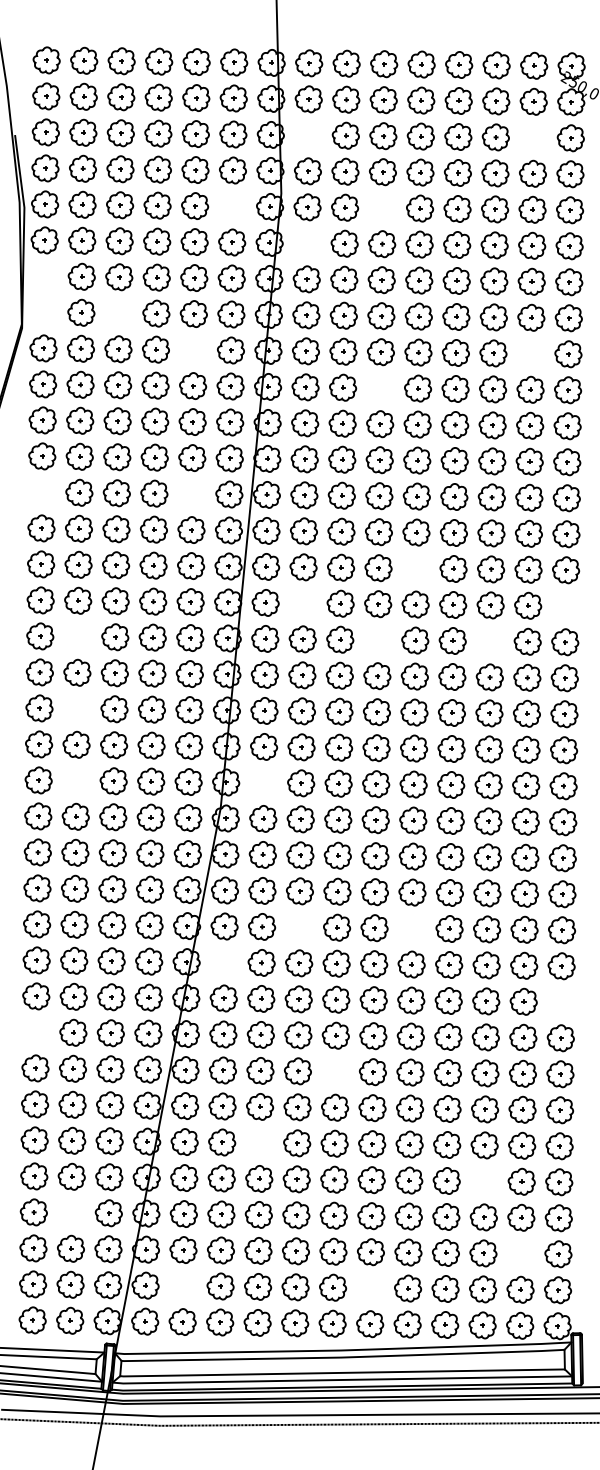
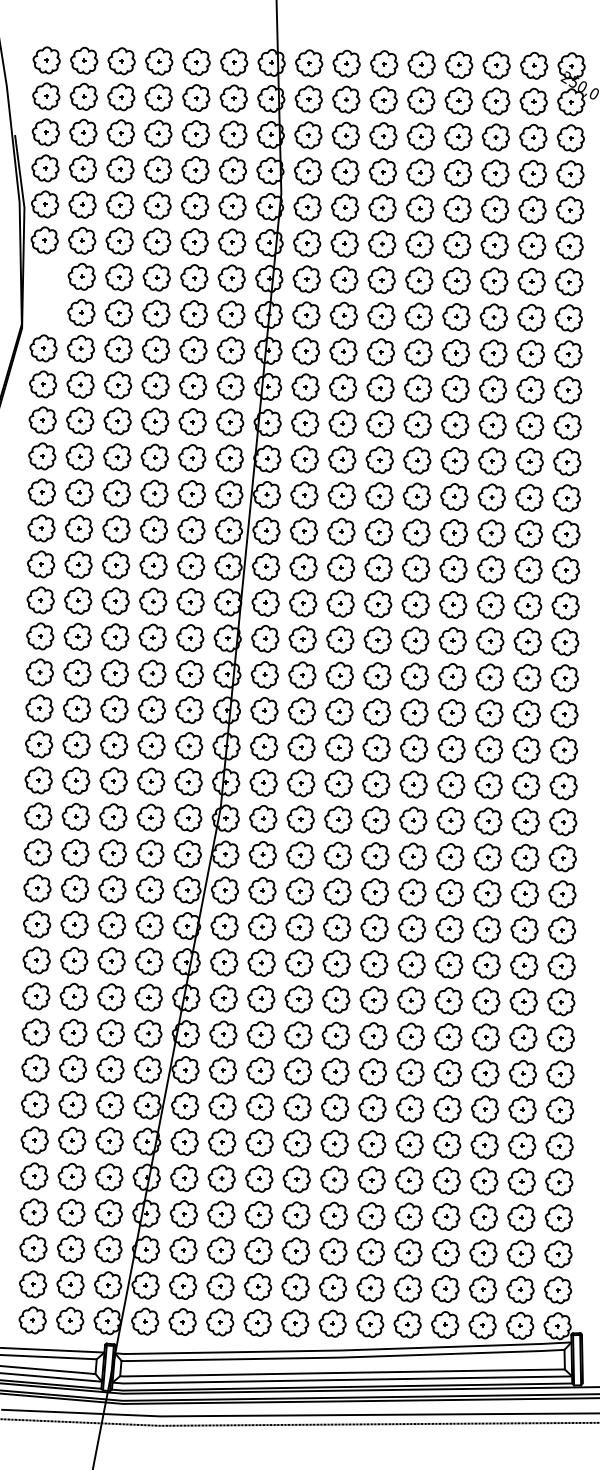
part at (308, 135): none -> present
part at (533, 137): none -> present
part at (232, 206): none -> present
part at (382, 208): none -> present
part at (307, 243): none -> present
part at (118, 313): none -> present
part at (193, 349): none -> present
part at (530, 353): none -> present
part at (380, 388): none -> present
part at (41, 492): none -> present
part at (191, 493): none -> present
part at (416, 568): none -> present
part at (303, 603): none -> present
part at (565, 606): none -> present
part at (77, 636): none -> present
part at (377, 640): none -> present
part at (490, 641): none -> present
part at (76, 708): none -> present
part at (76, 780): none -> present
part at (263, 782): none -> present
part at (299, 927): none -> present
part at (412, 928): none -> present
part at (224, 962): none -> present
part at (561, 1002): none -> present
part at (35, 1032): none -> present
part at (335, 1071): none -> present
part at (259, 1142): none -> present
part at (484, 1181): none -> present
part at (71, 1212): none -> present
part at (520, 1253): none -> present
part at (183, 1285): none -> present
part at (370, 1288): none -> present
